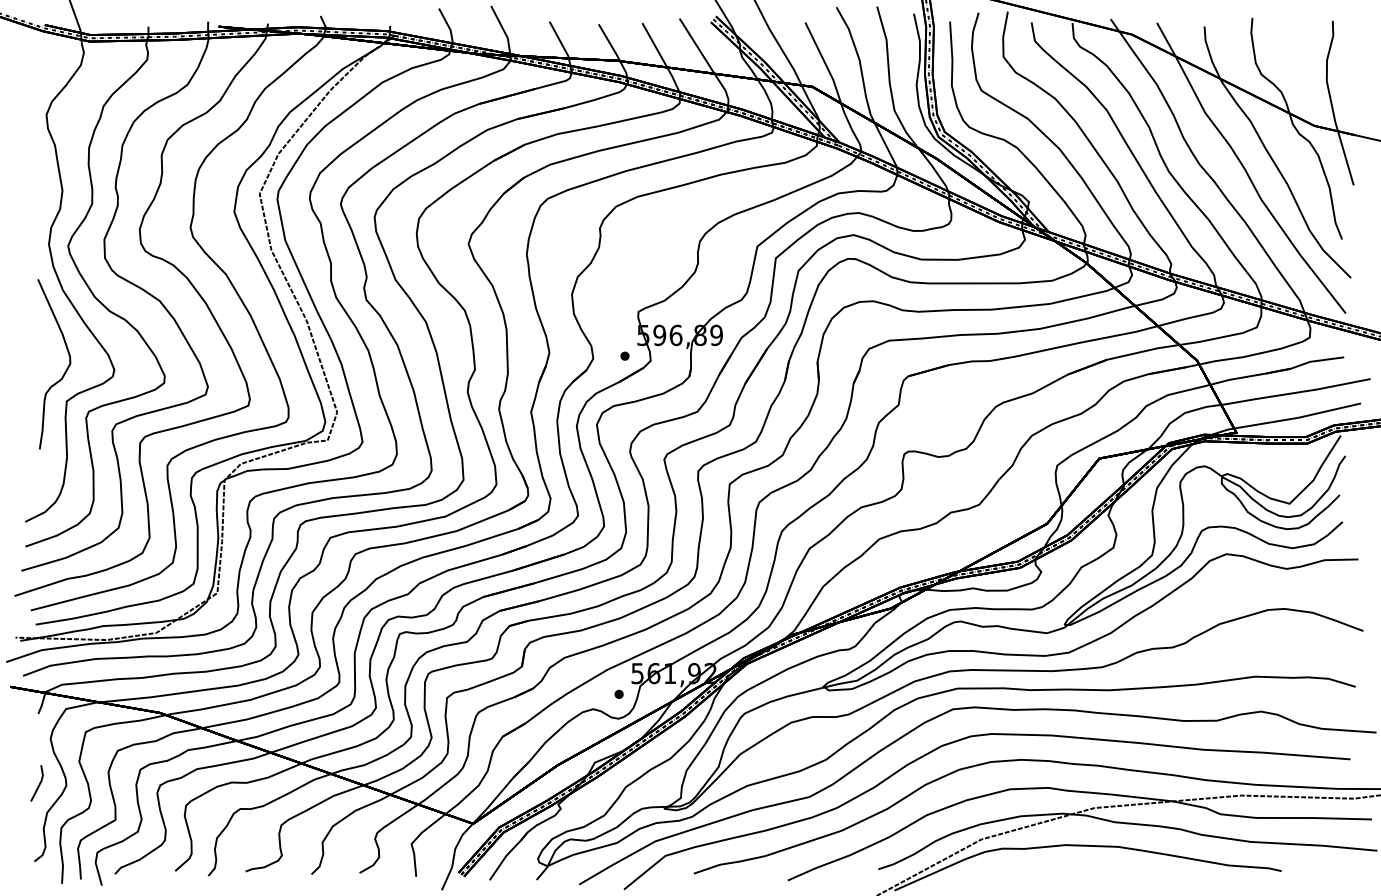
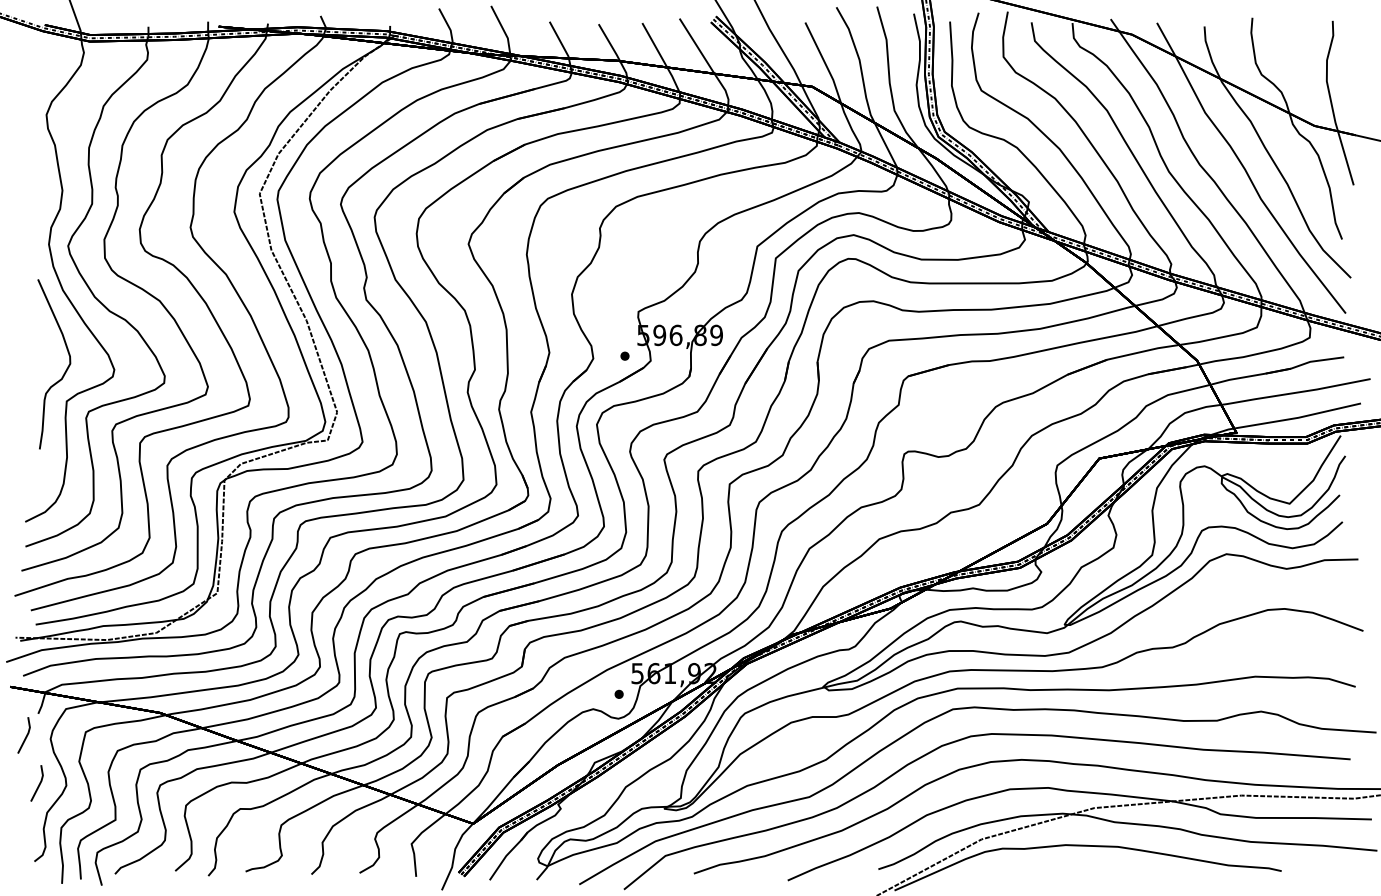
line at (25, 736): none -> present
